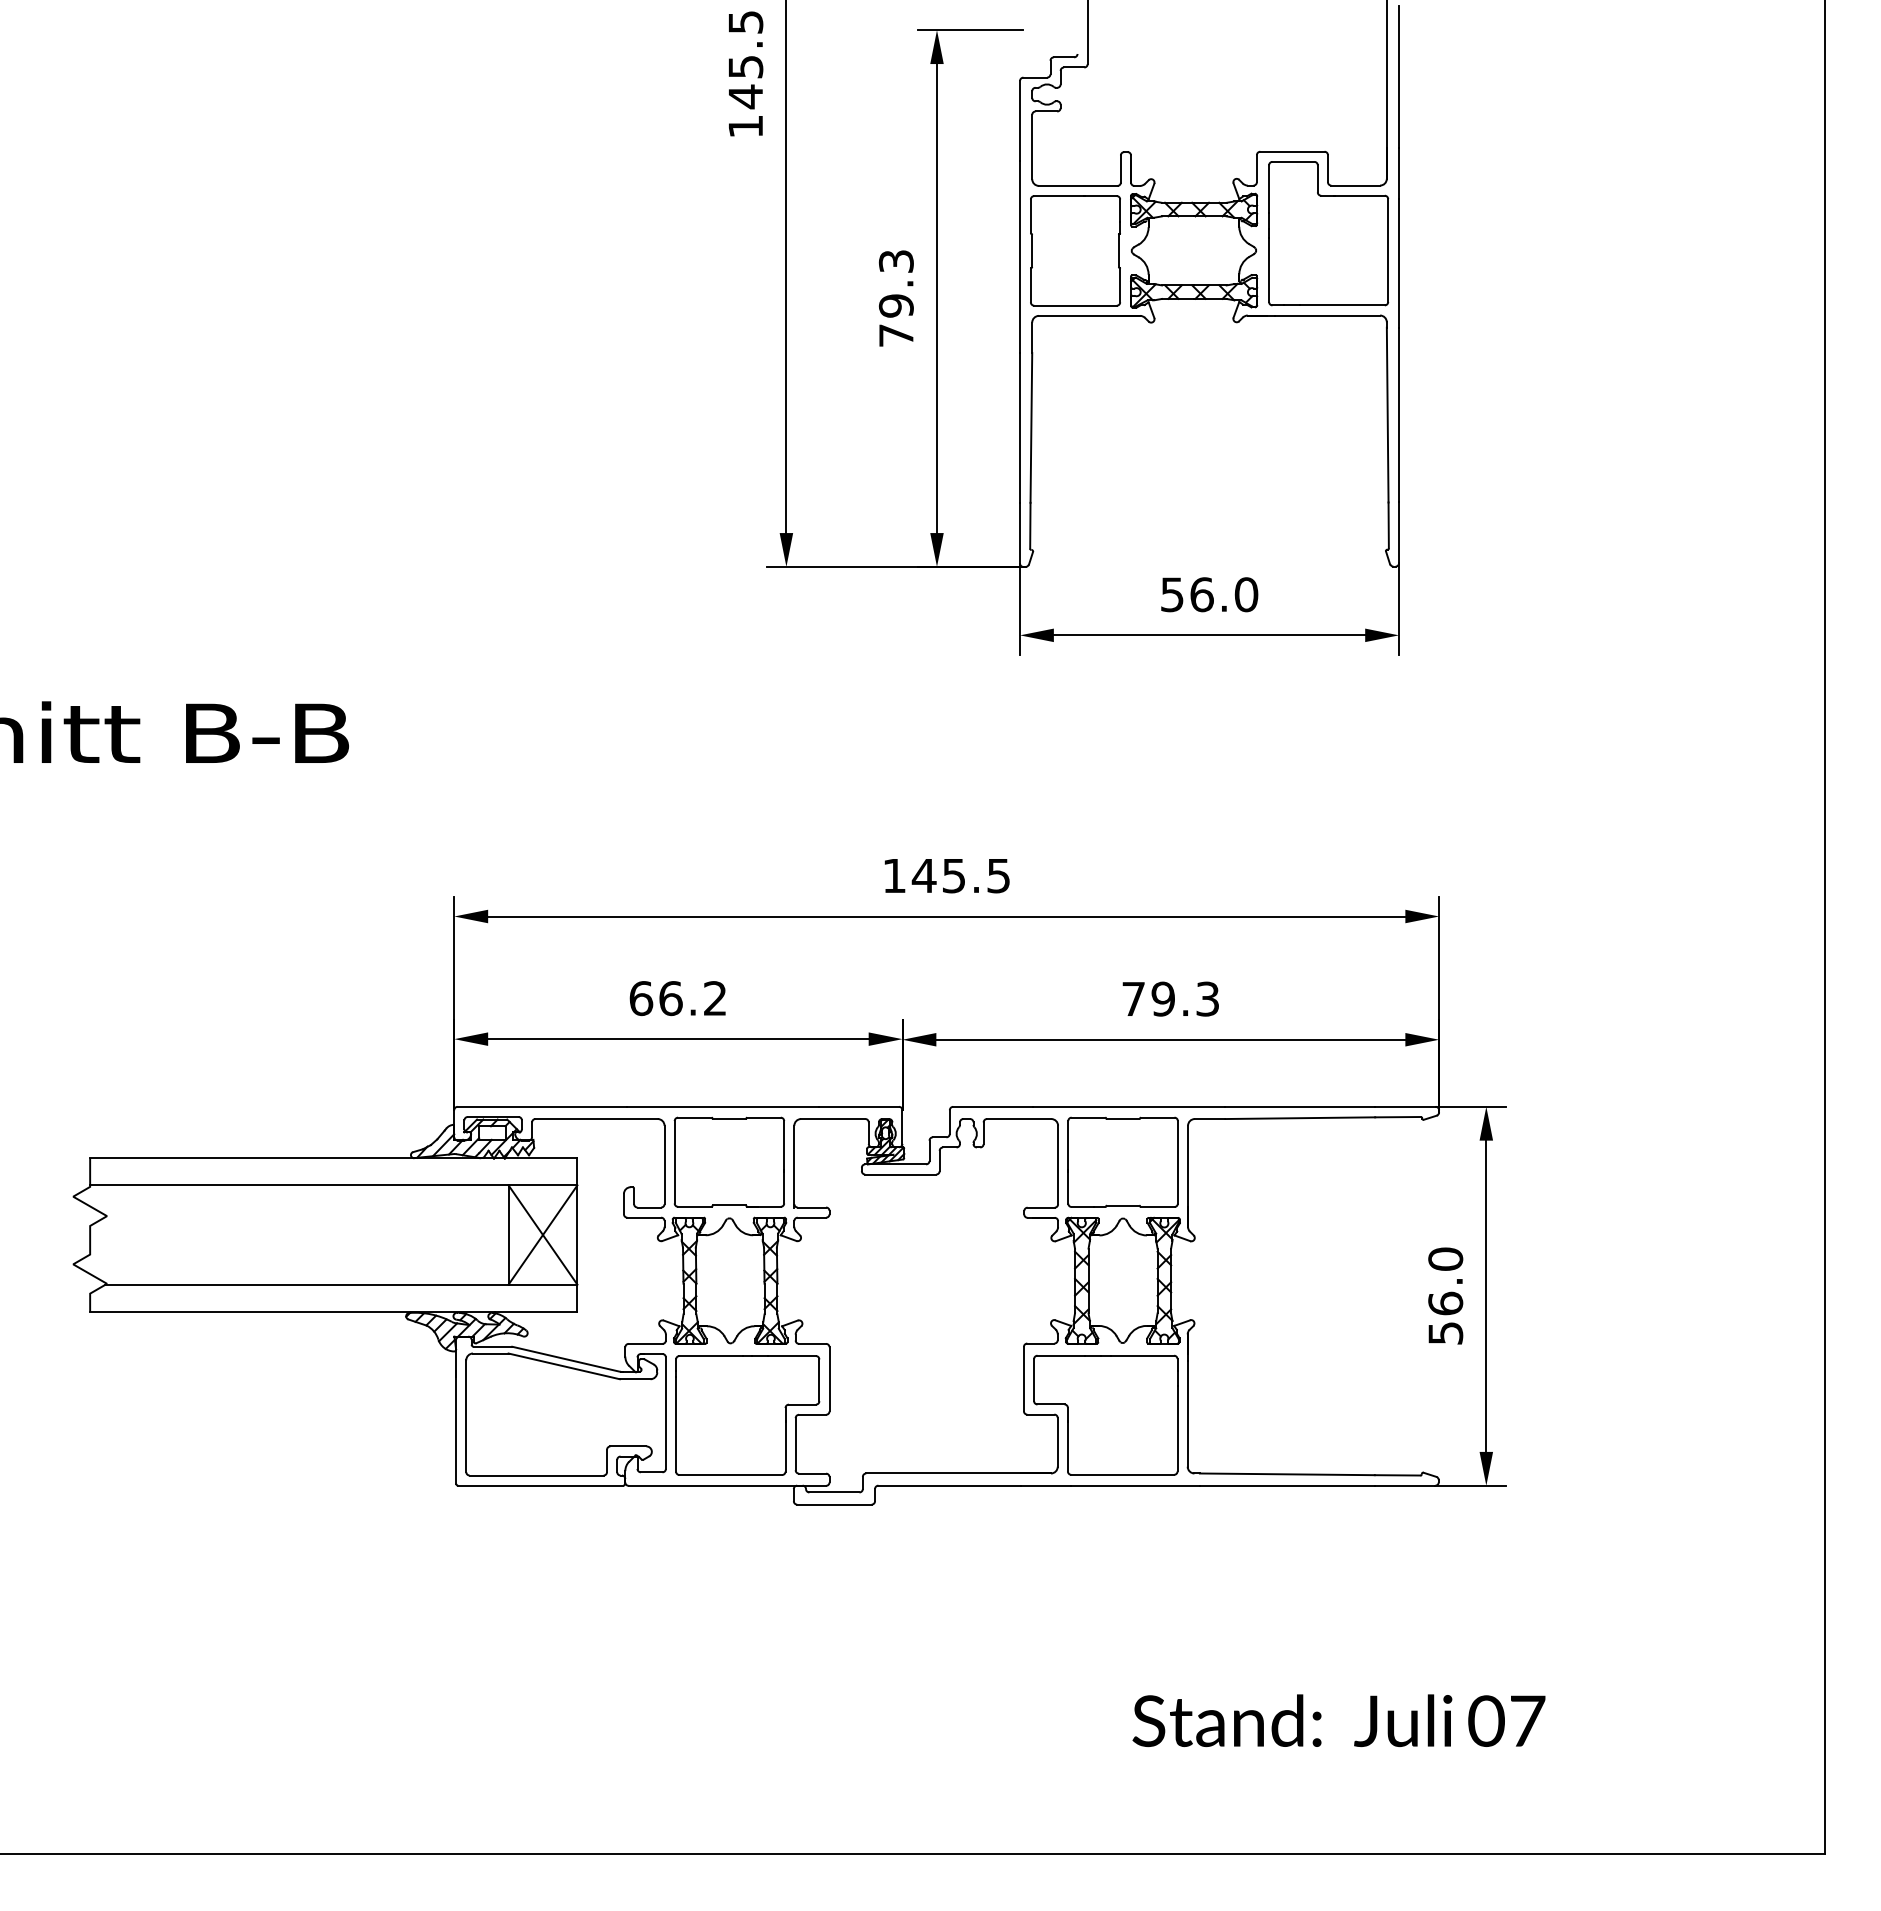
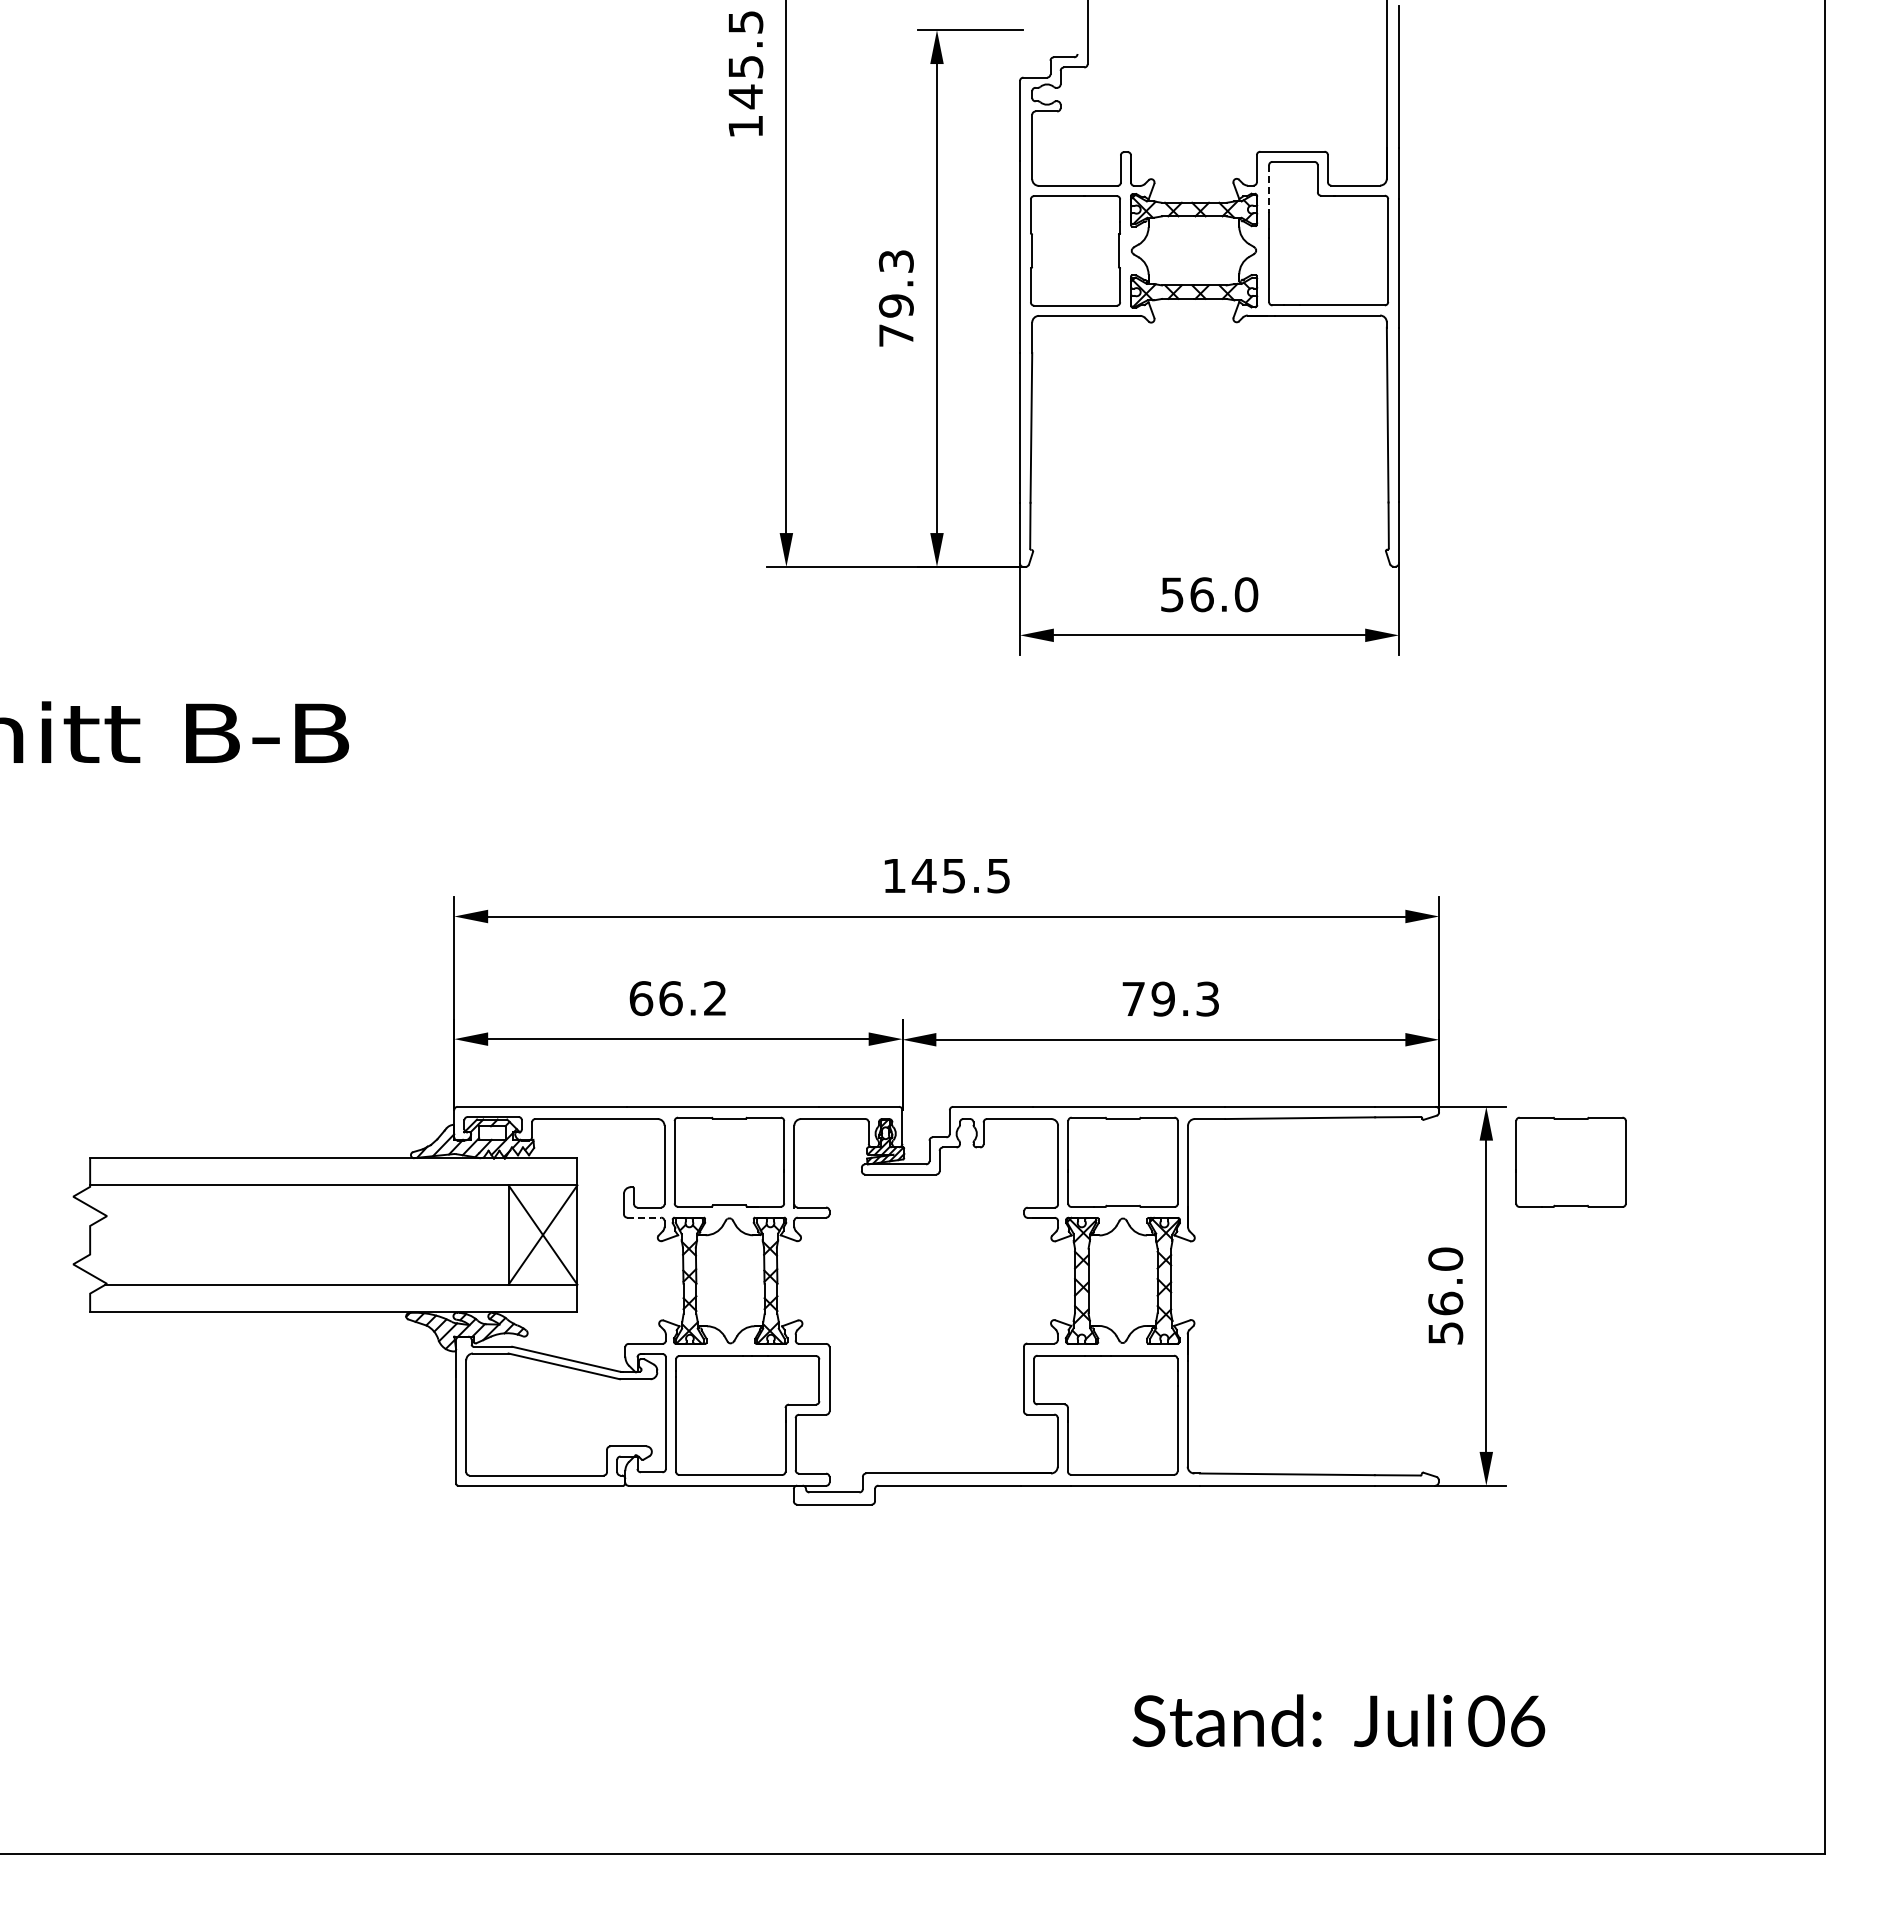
line at (1269, 189): solid -> dashed
part at (1570, 1161): none -> present
line at (644, 1217): solid -> dashed
text at (1528, 1721): 07 -> 06
